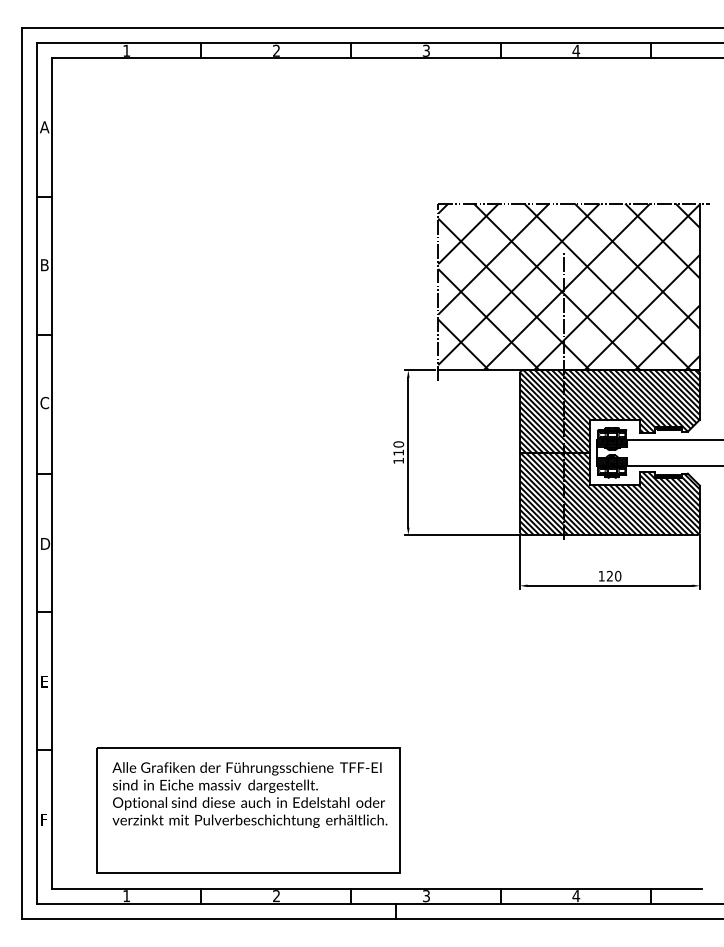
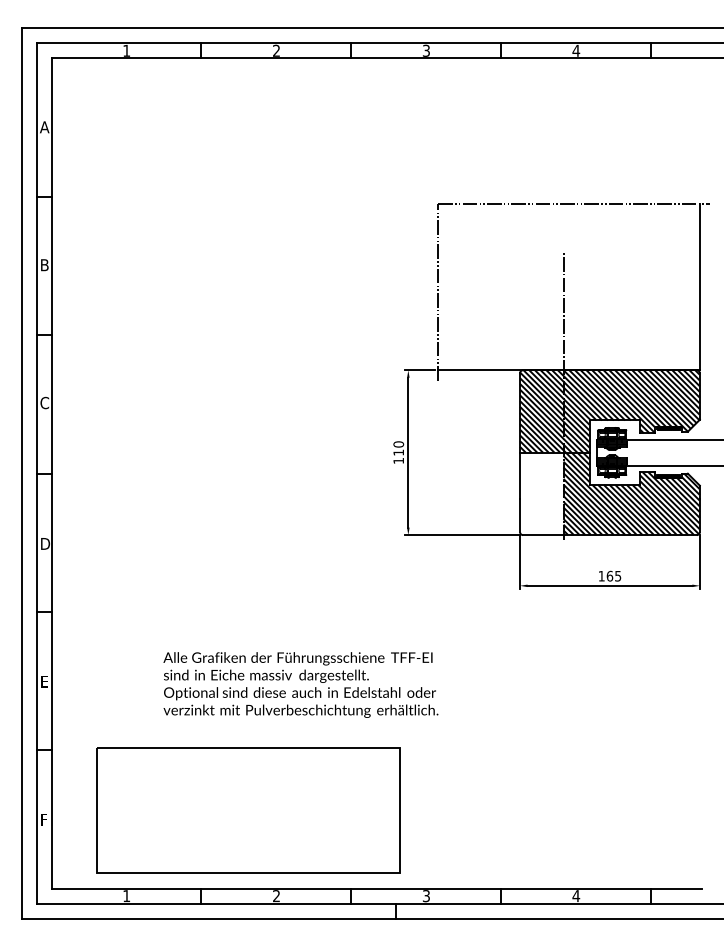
hatch at (568, 286): present -> none
hatch at (541, 493): present -> none
text at (613, 575): 120 -> 165
text at (249, 794) position: (249, 794) -> (300, 684)
